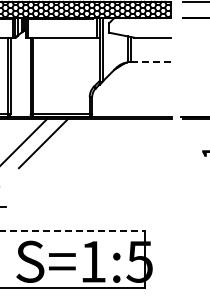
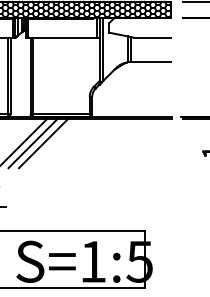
line at (150, 62): dashed -> solid
line at (32, 143): none -> present
line at (73, 230): dashed -> solid
